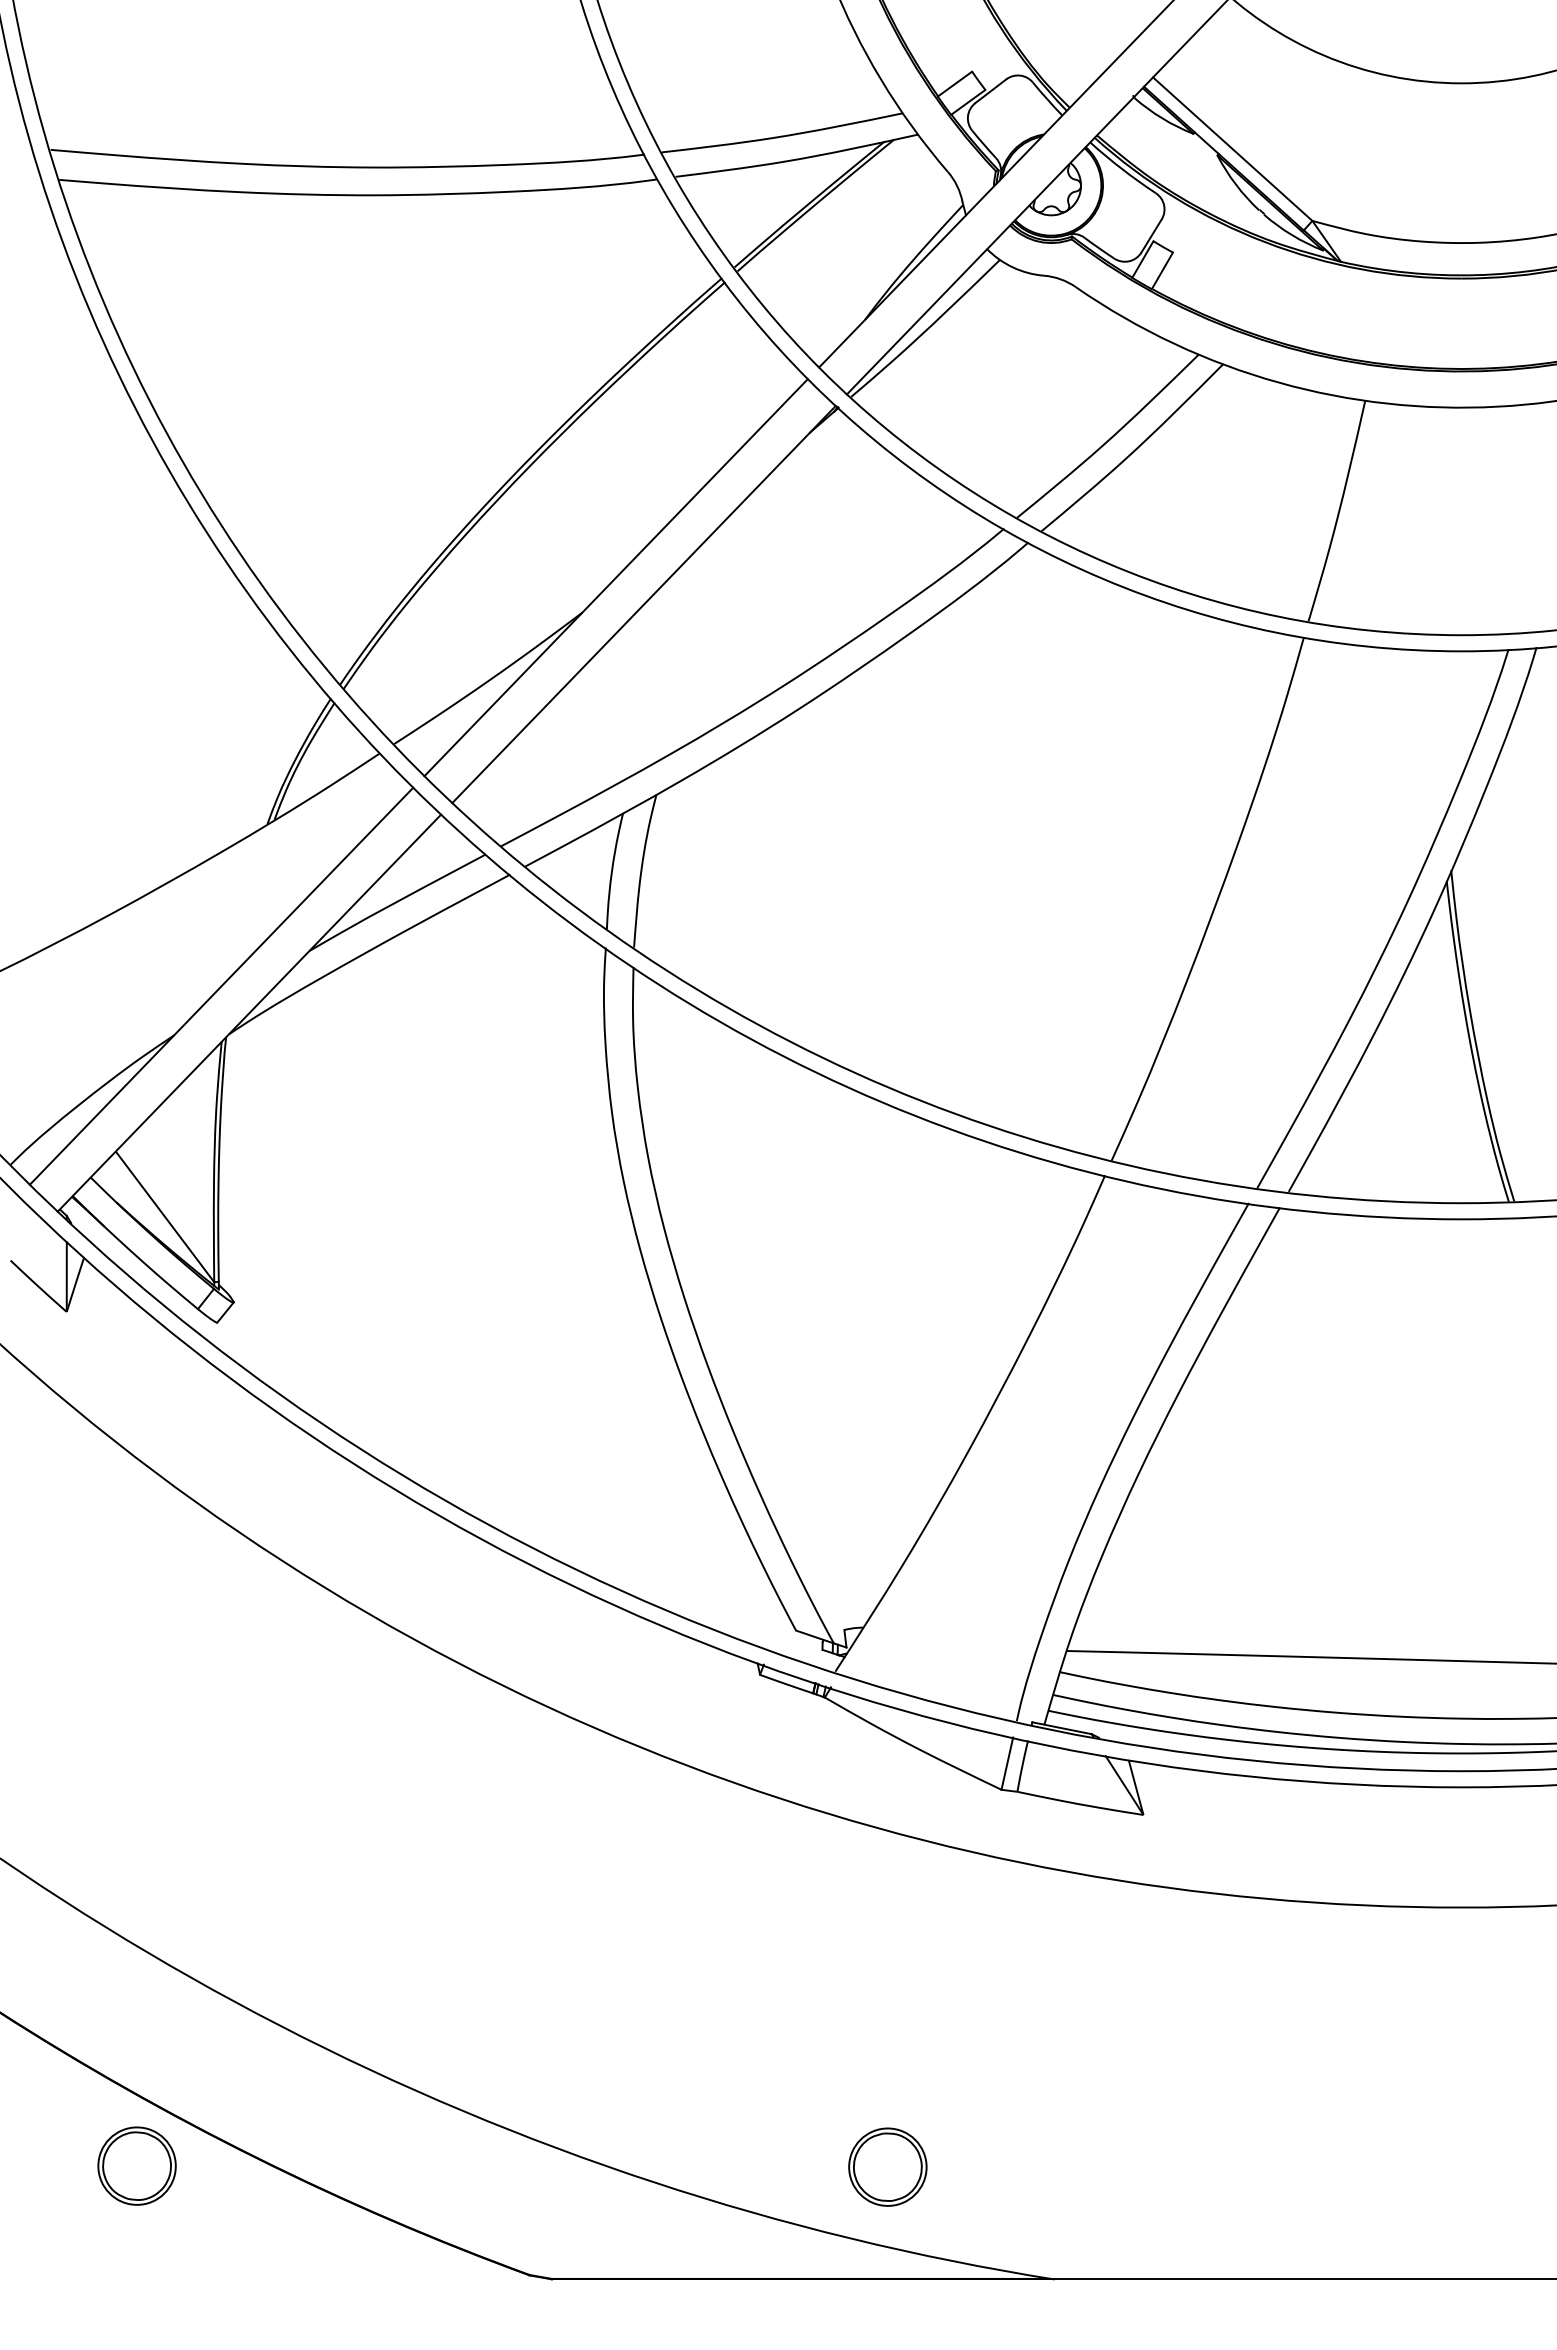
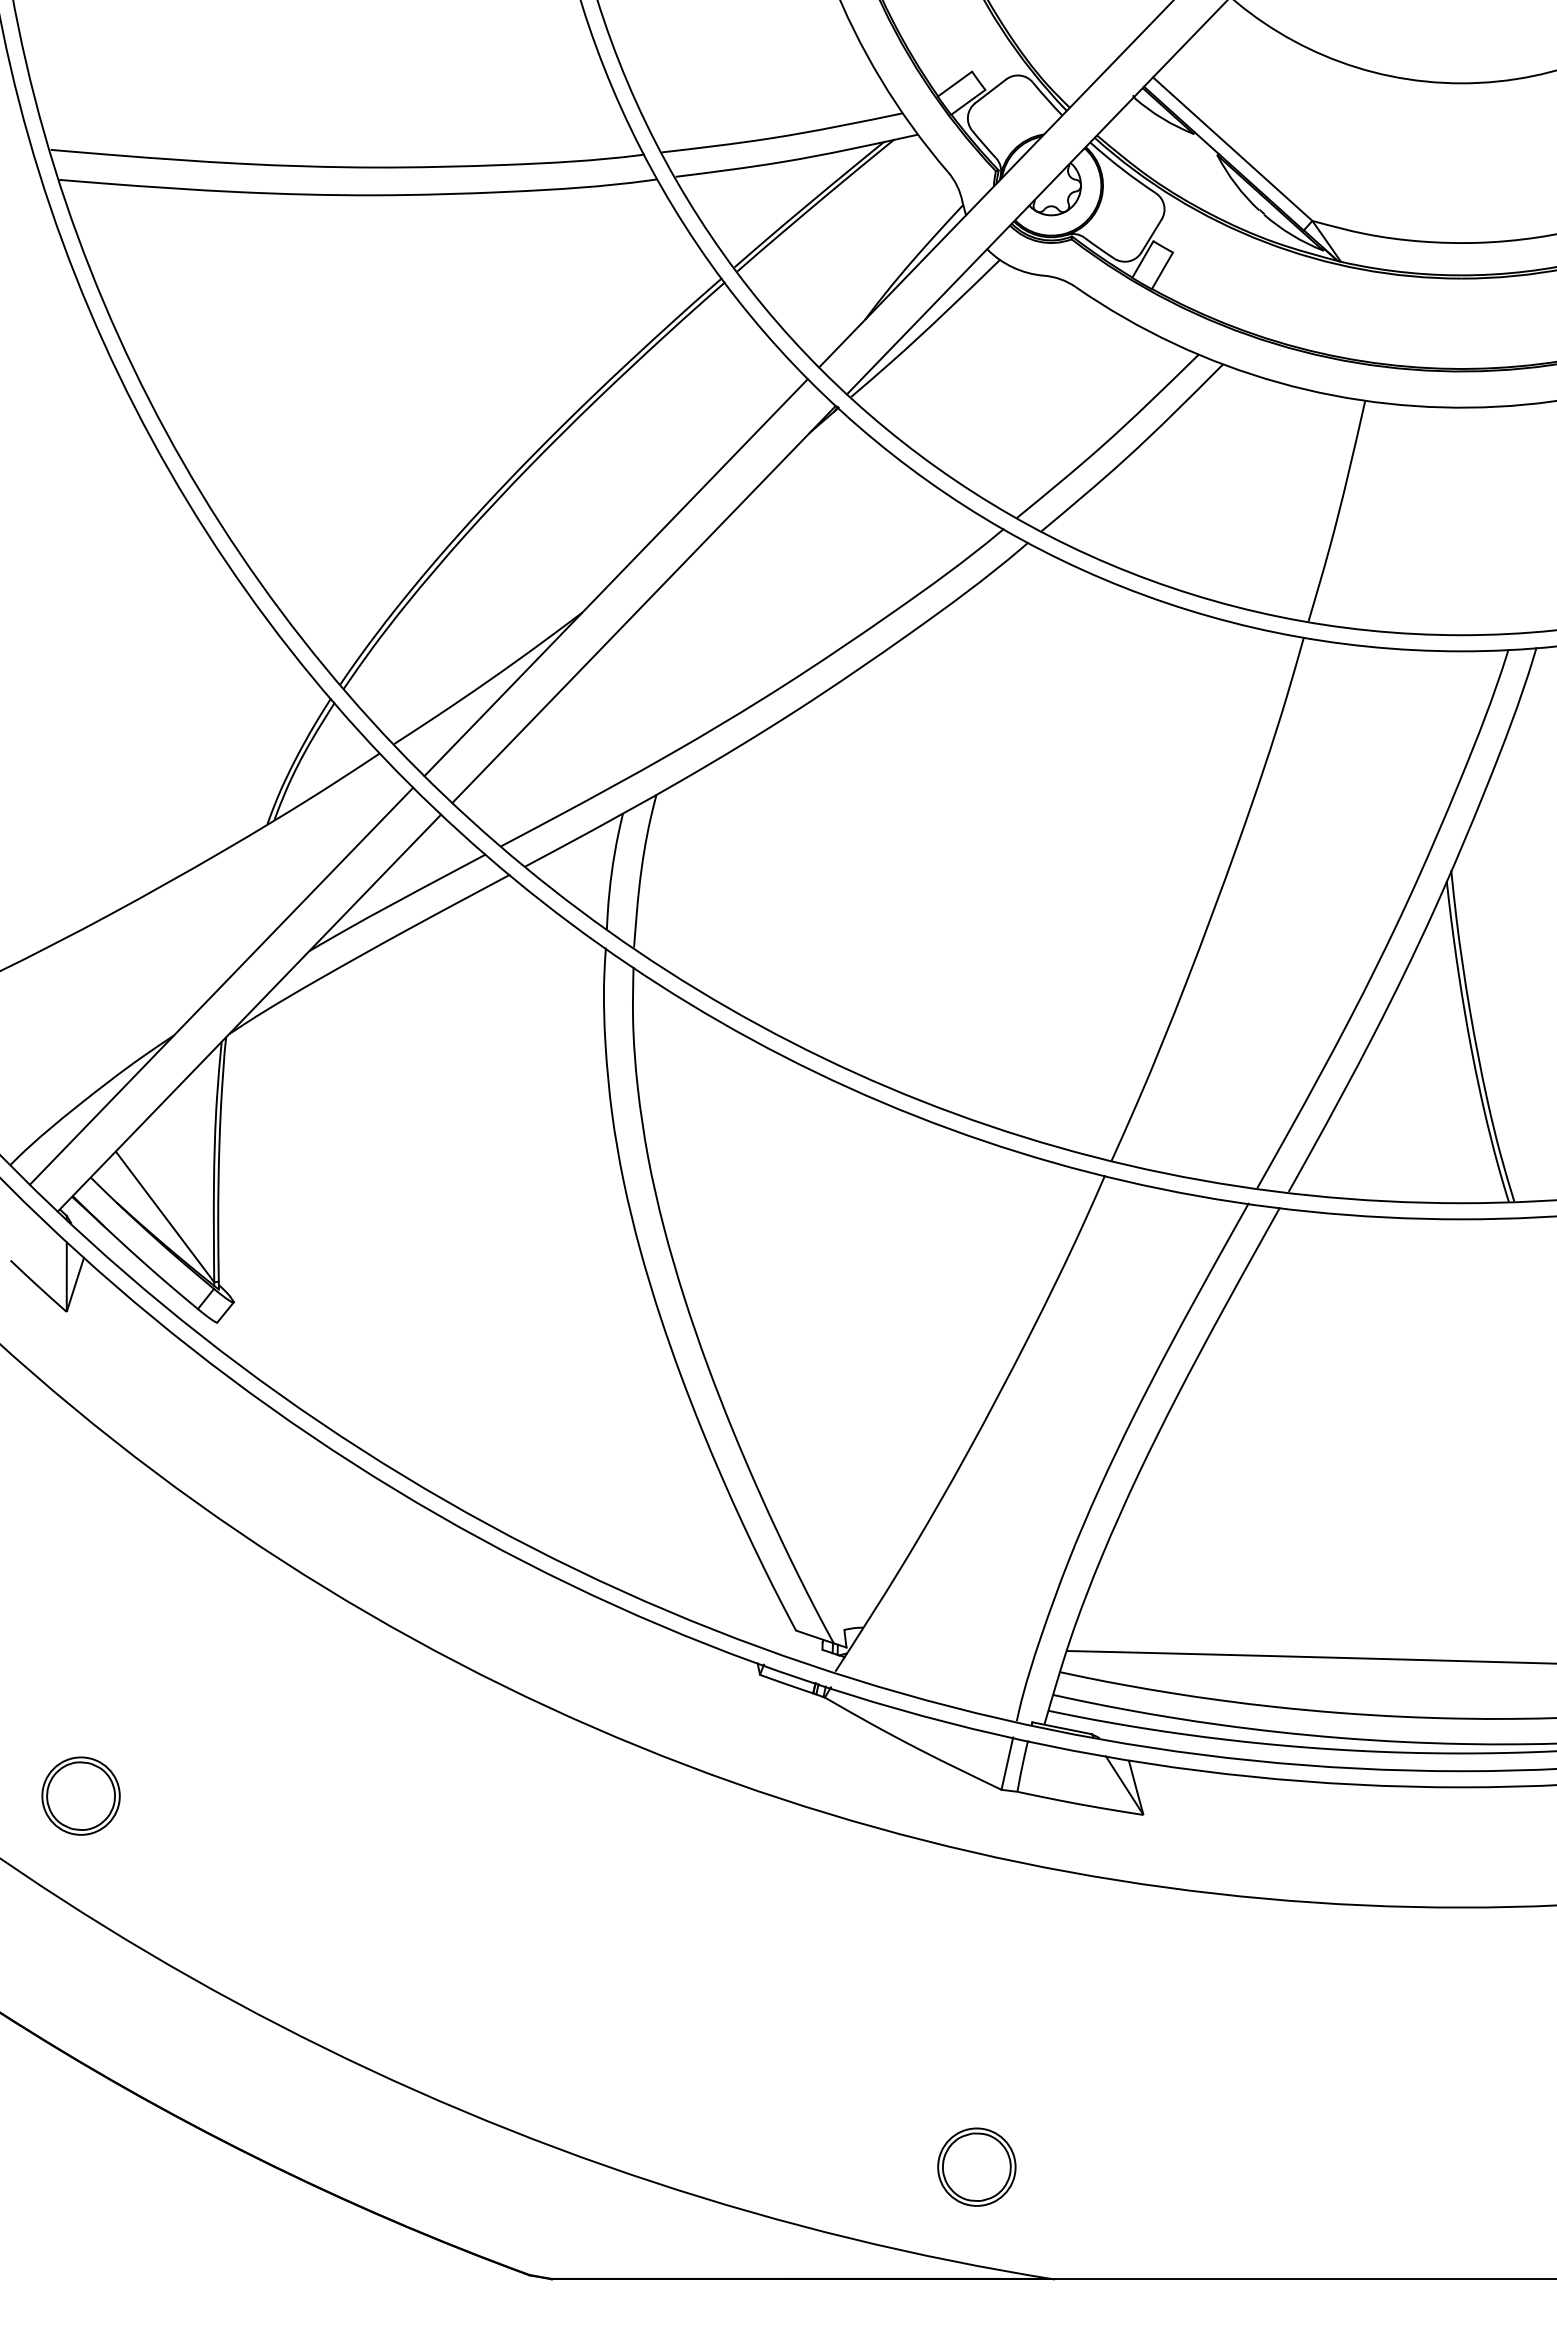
part at (136, 2165) position: (136, 2165) -> (80, 1795)
part at (887, 2166) position: (887, 2166) -> (976, 2166)
